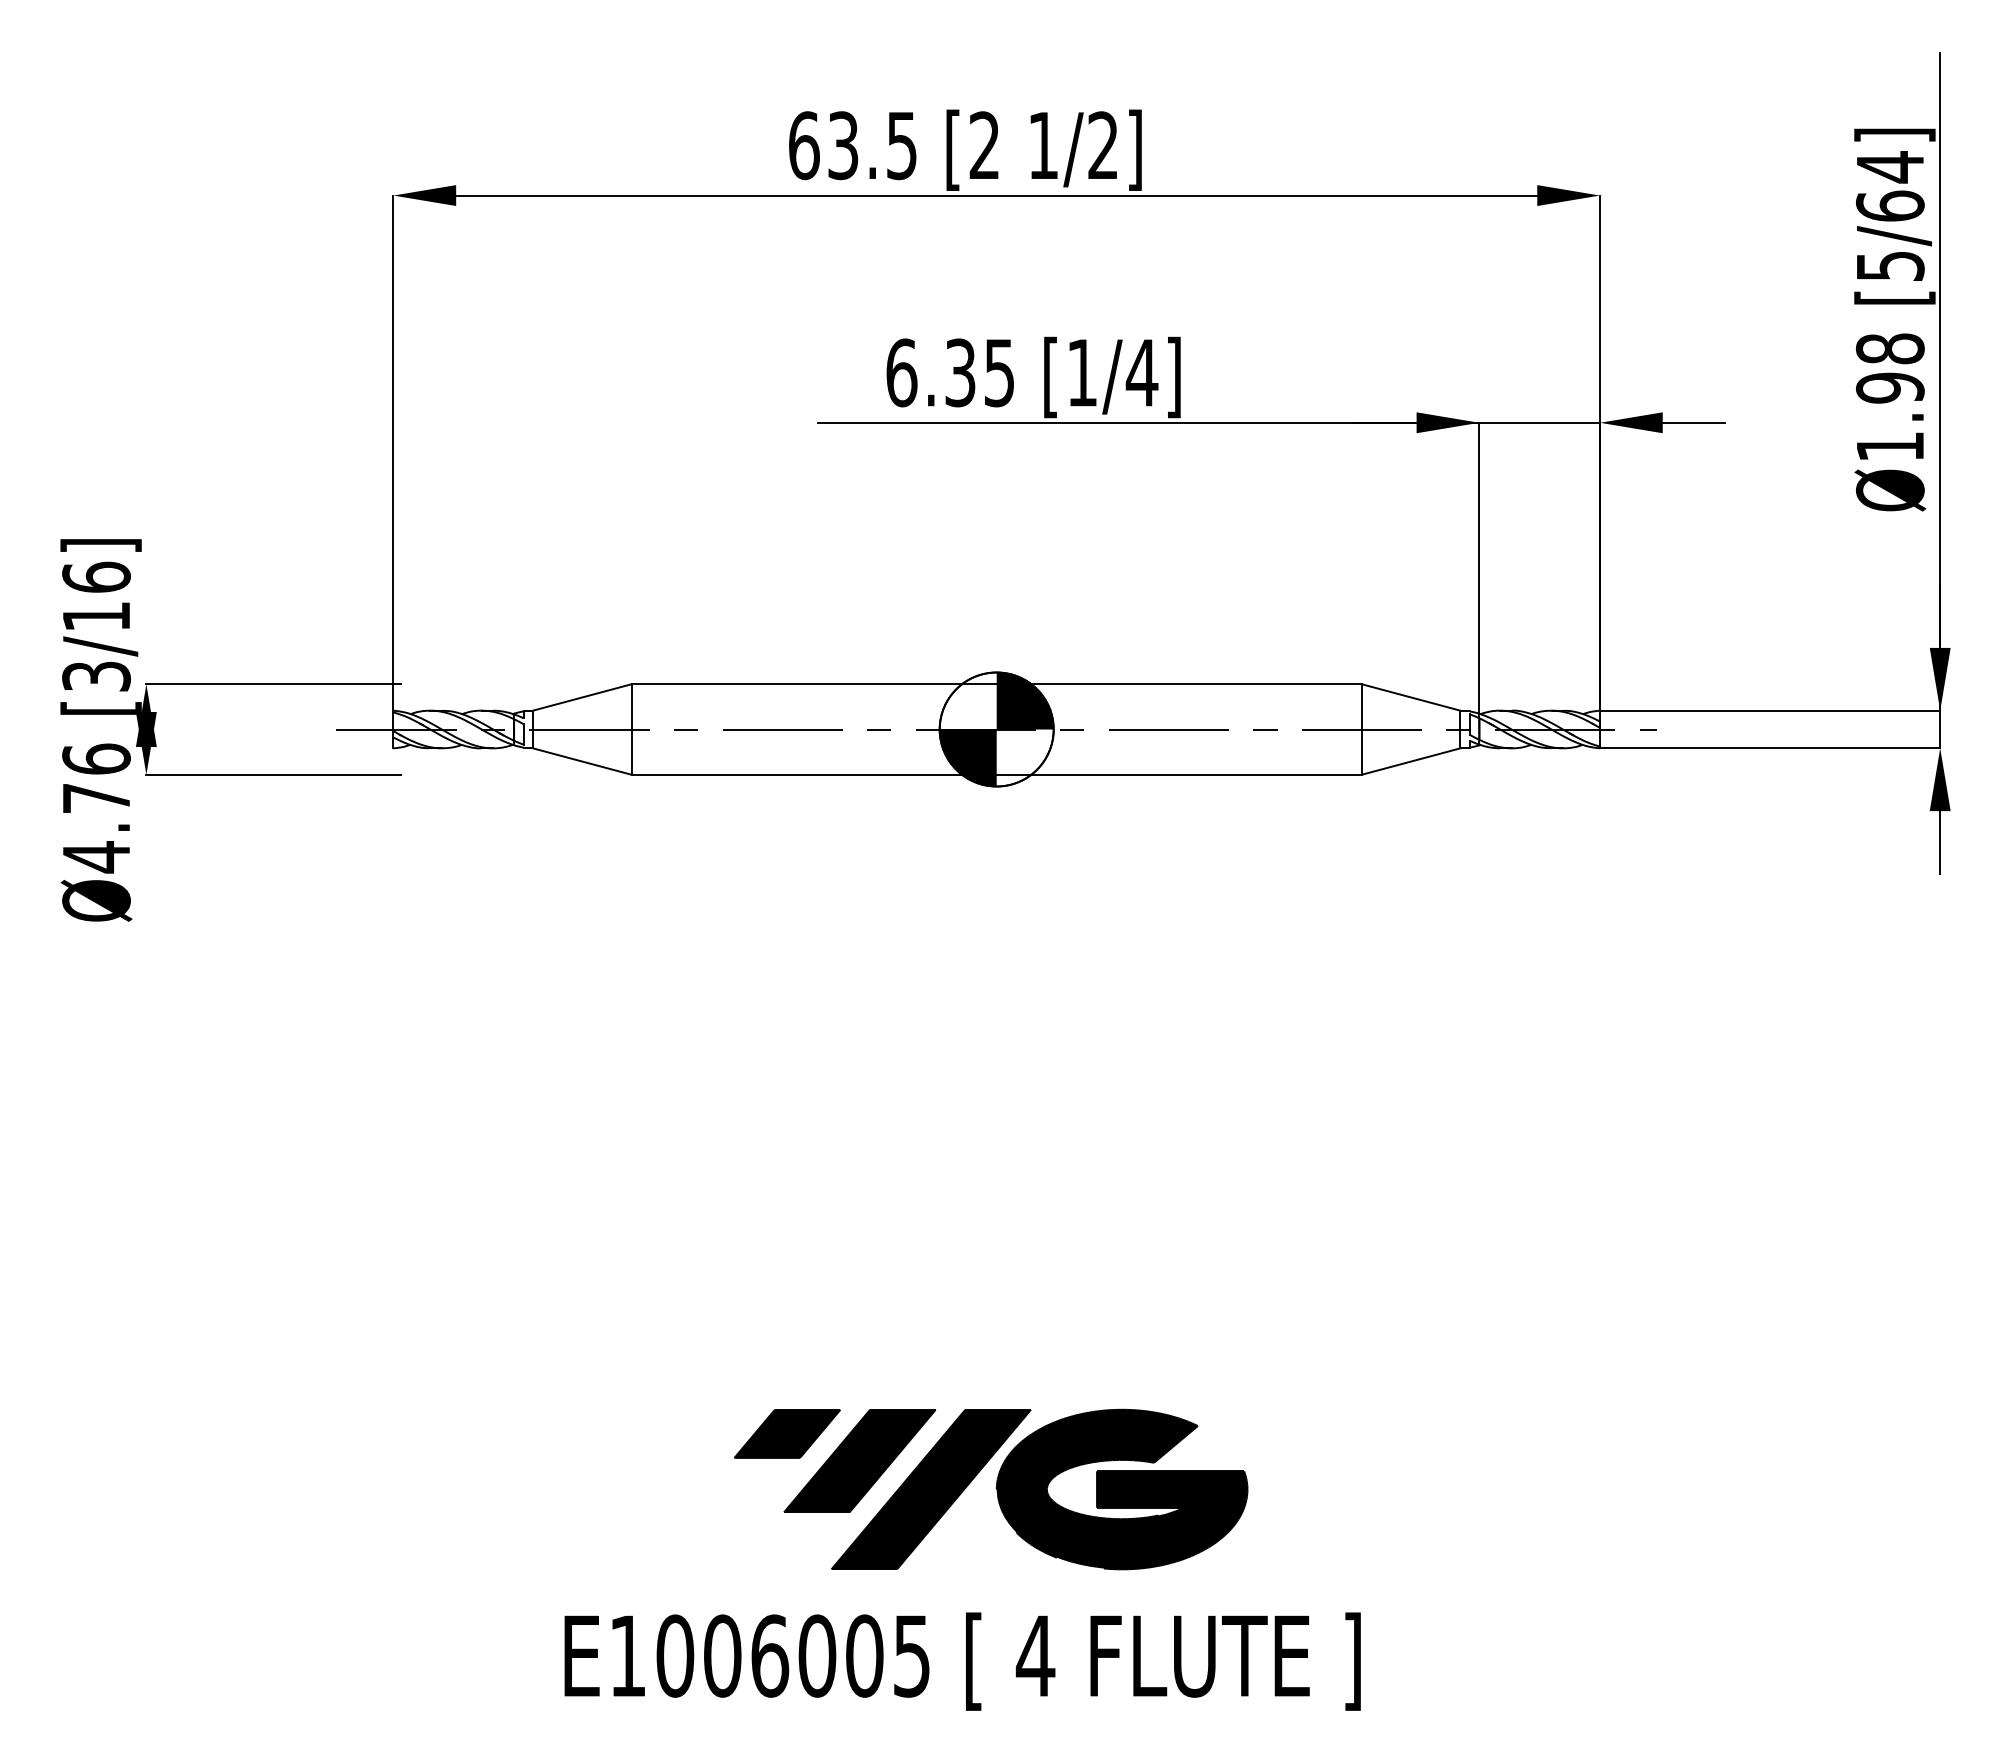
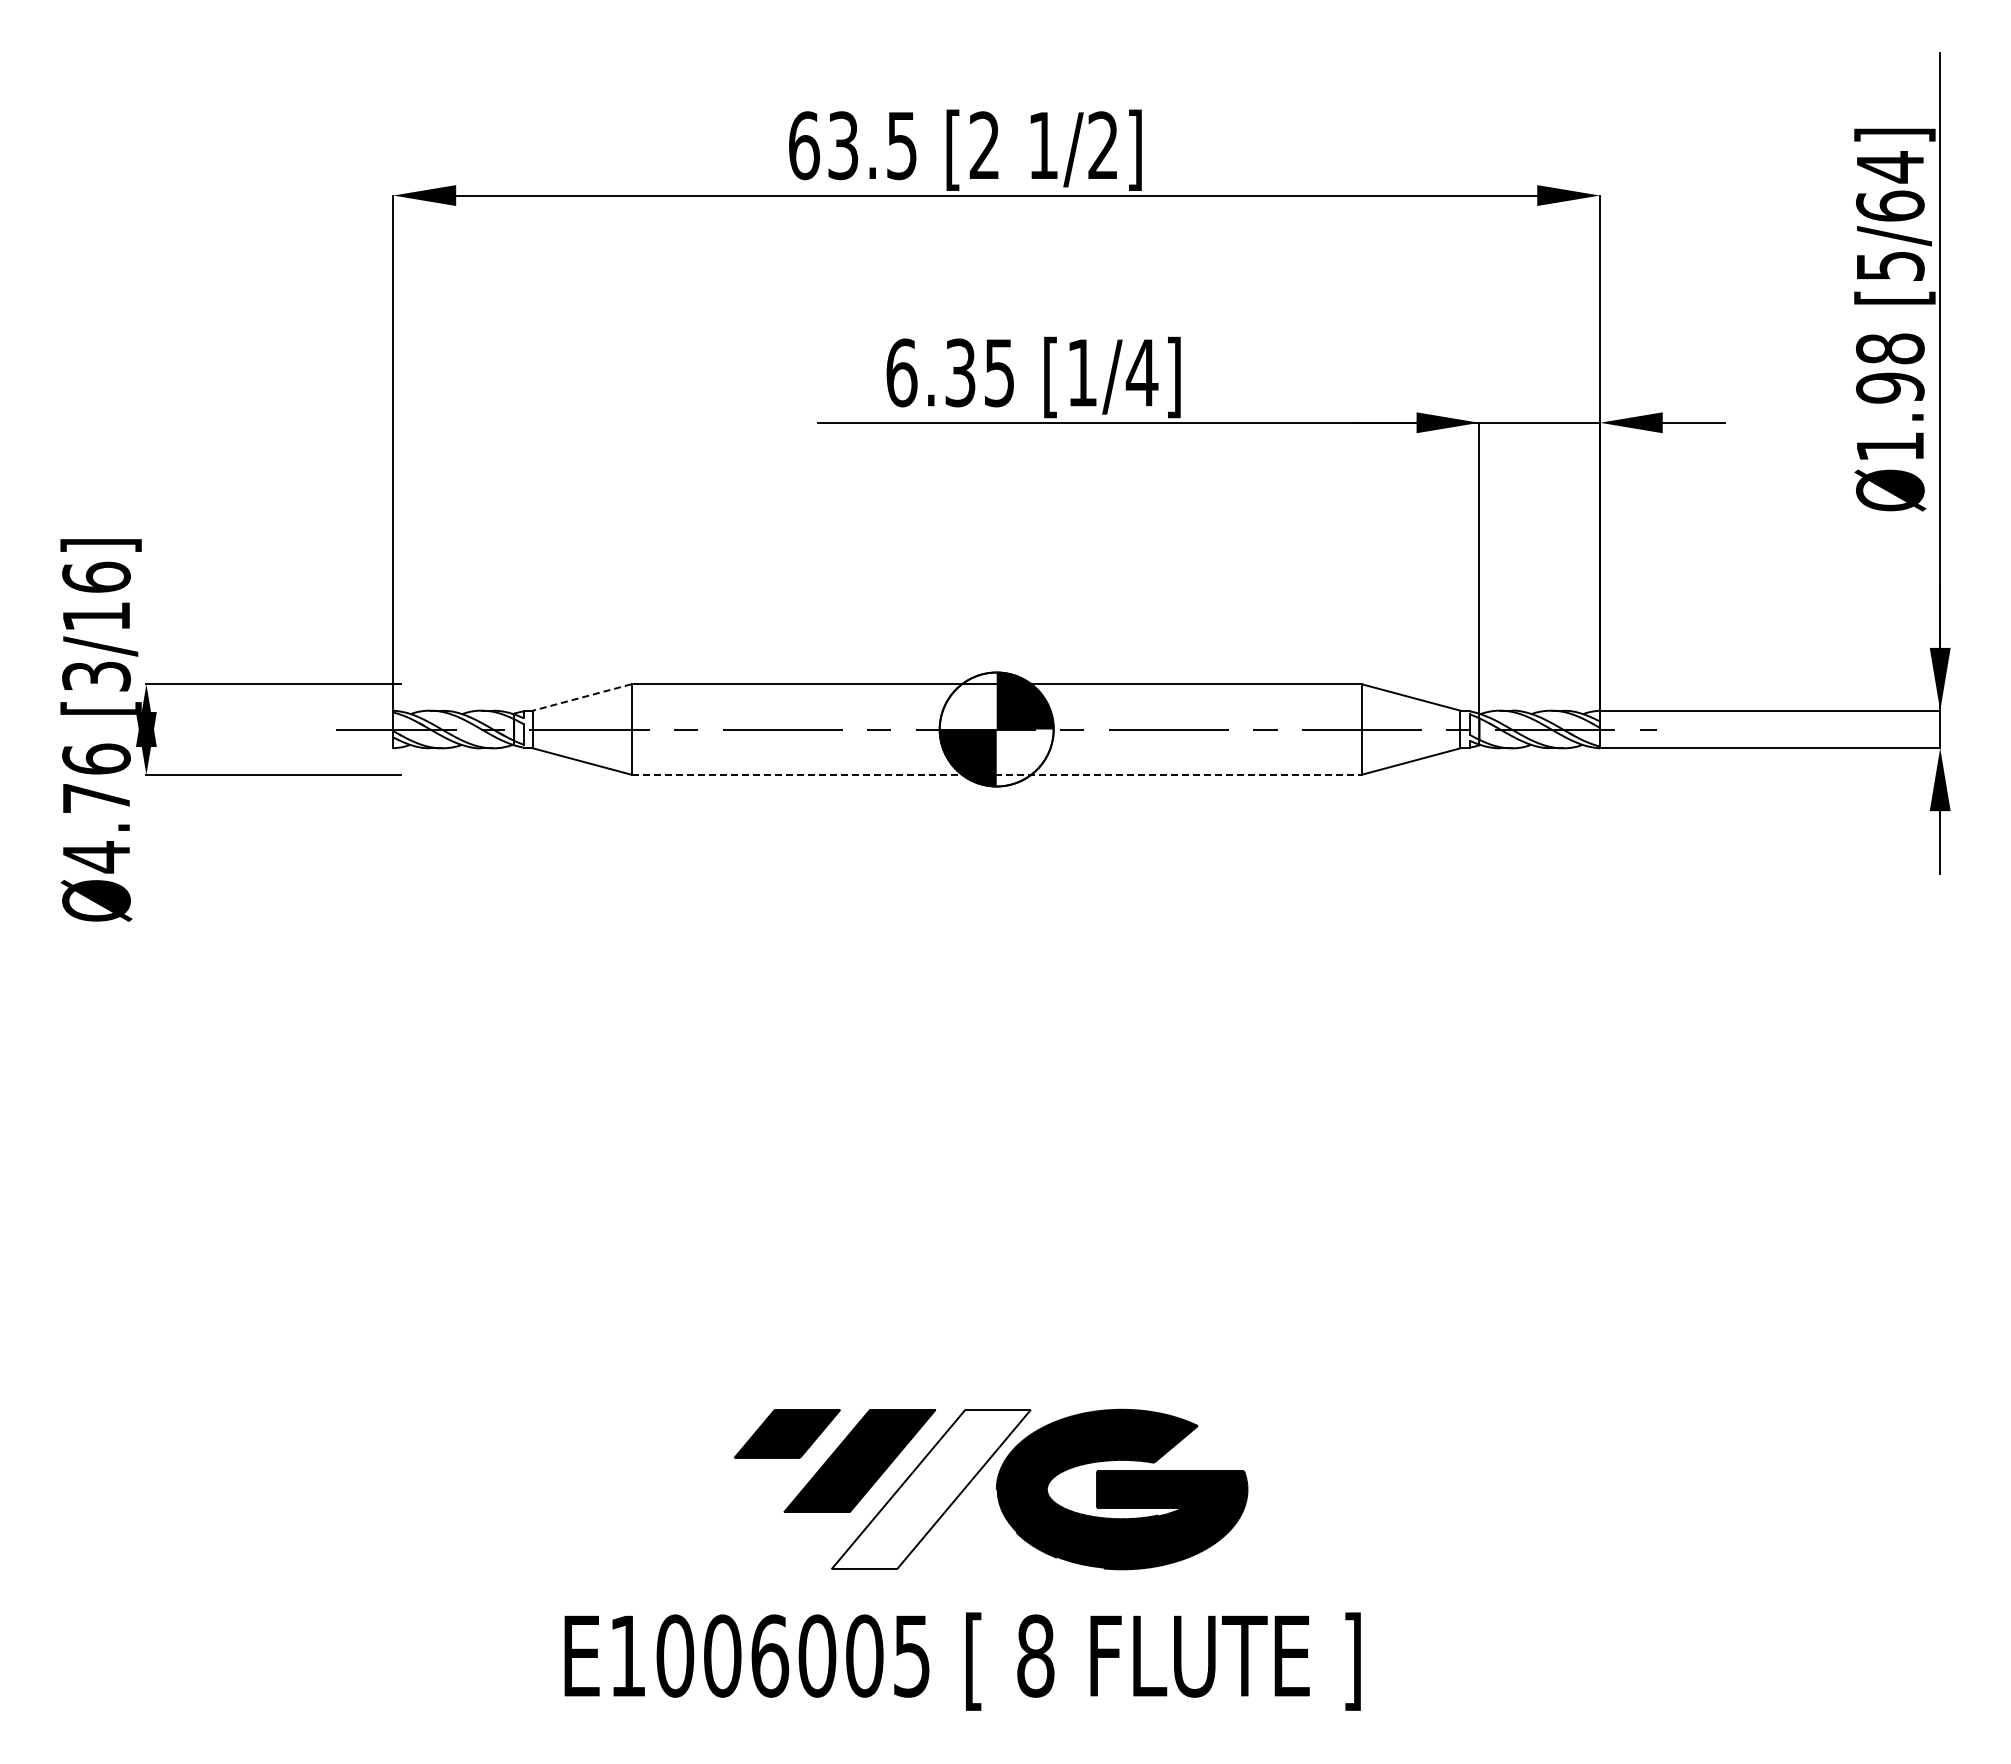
line at (582, 697): solid -> dashed
line at (997, 774): solid -> dashed
fill at (930, 1489): present -> none
text at (1035, 1655): 4 -> 8
